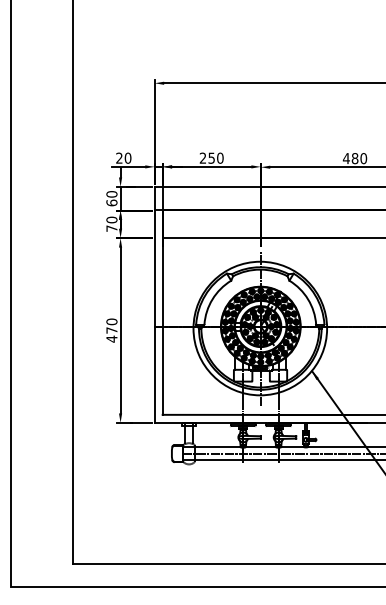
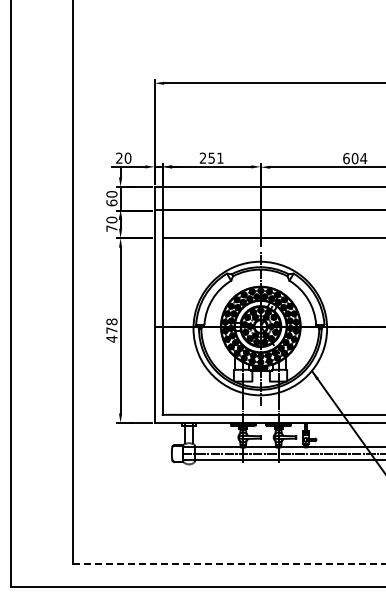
text at (220, 157): 250 -> 251
text at (354, 158): 480 -> 604
text at (111, 321): 470 -> 478
line at (229, 564): solid -> dashed
